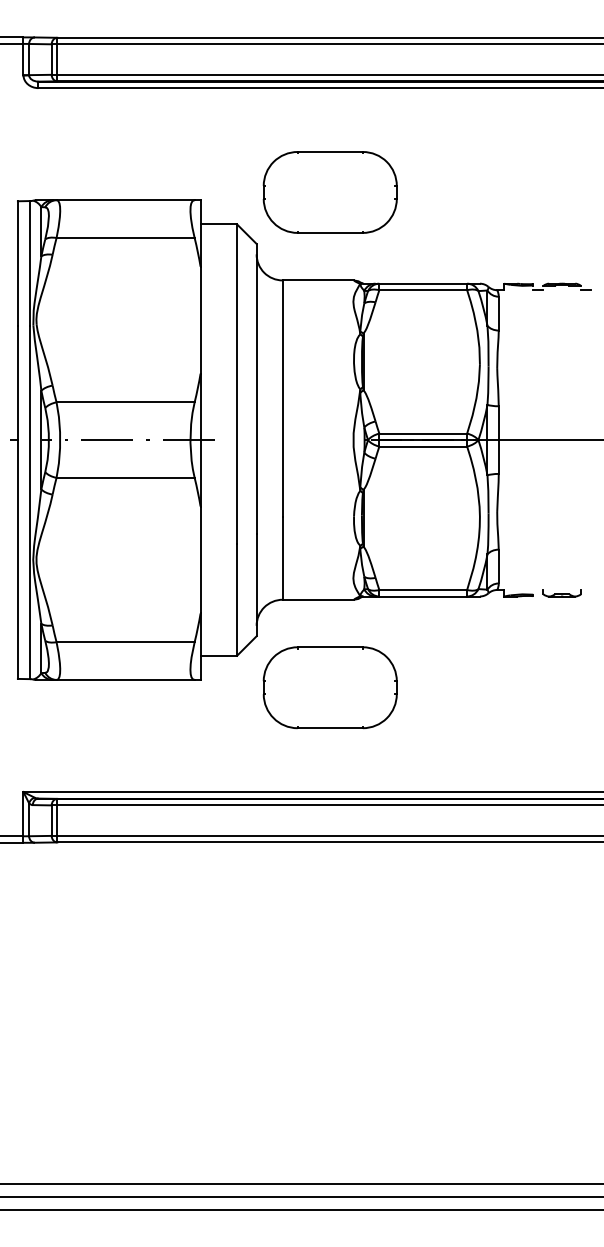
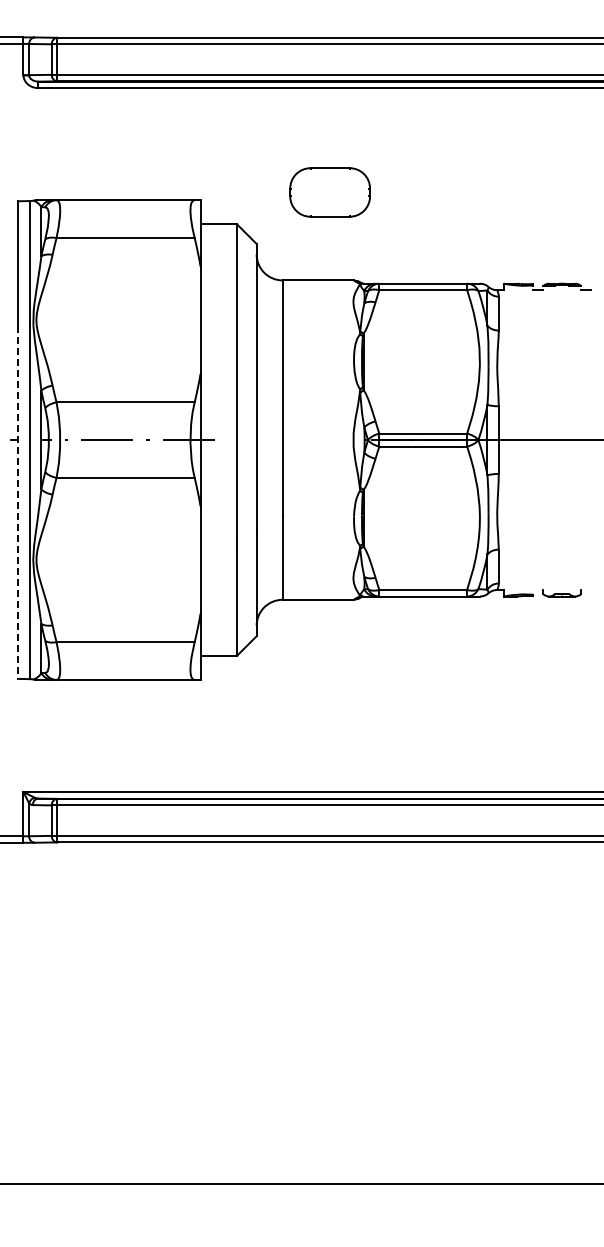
part at (329, 192) size: 136x83 px -> 82x51 px
line at (17, 502): solid -> dashed
part at (329, 687): present -> none
line at (301, 1196): present -> none
line at (301, 1209): present -> none
